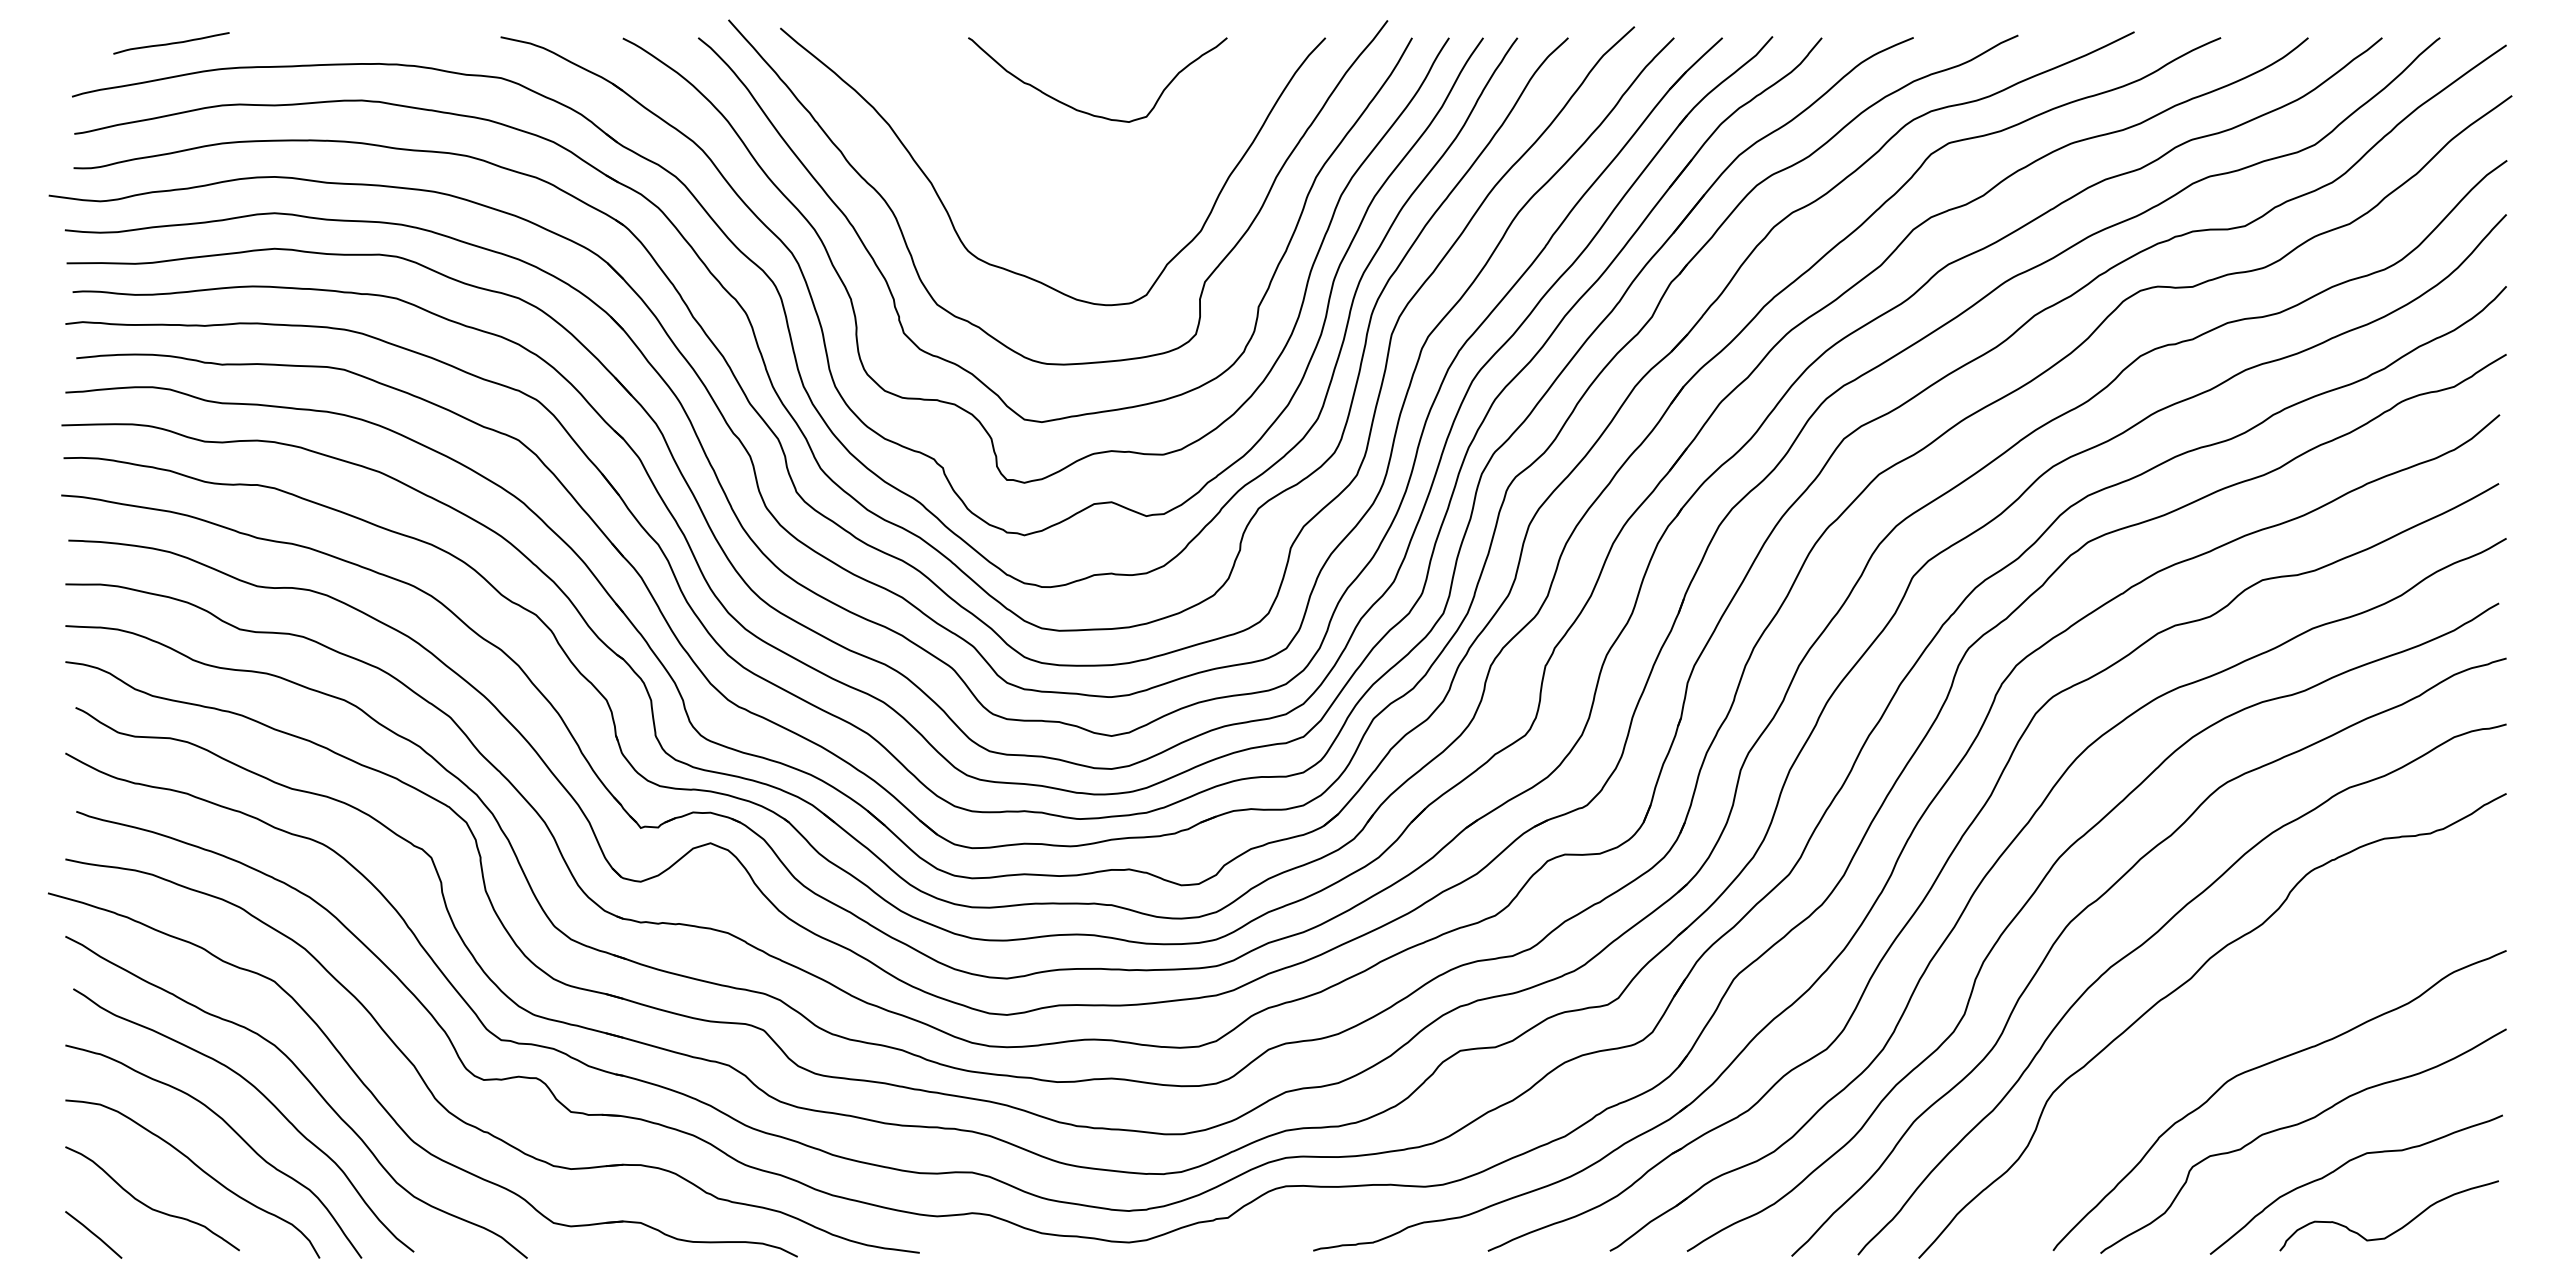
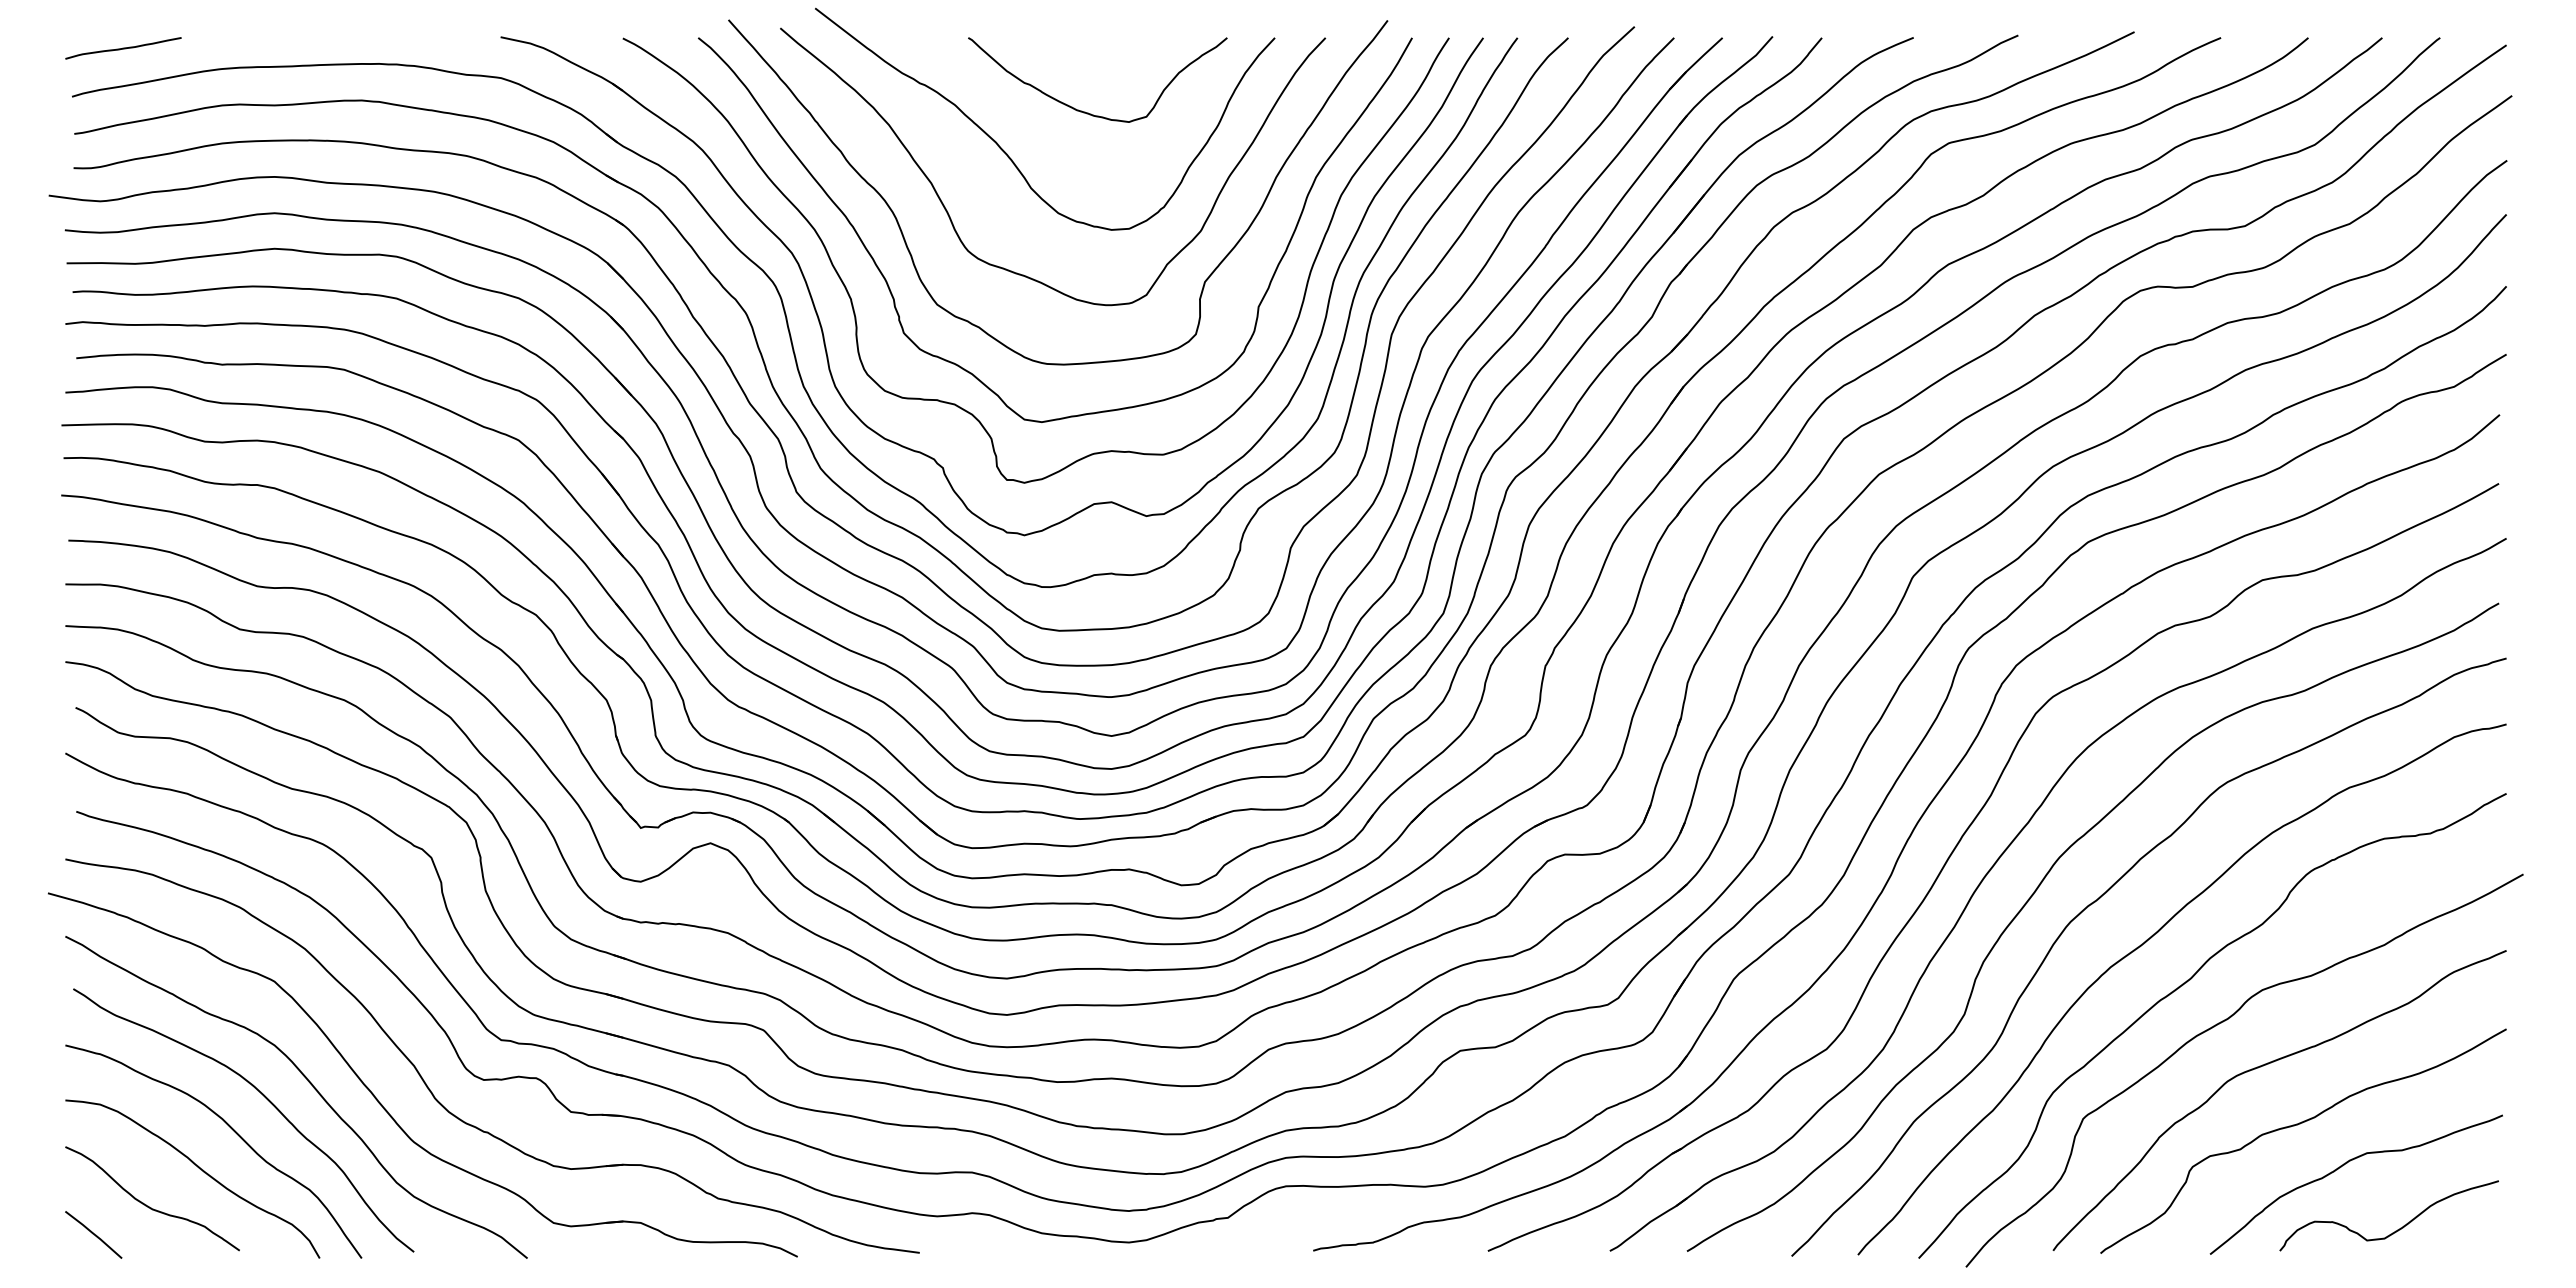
curve at (171, 43) position: (171, 43) -> (123, 48)
curve at (1007, 153): none -> present
curve at (2221, 1023): none -> present
